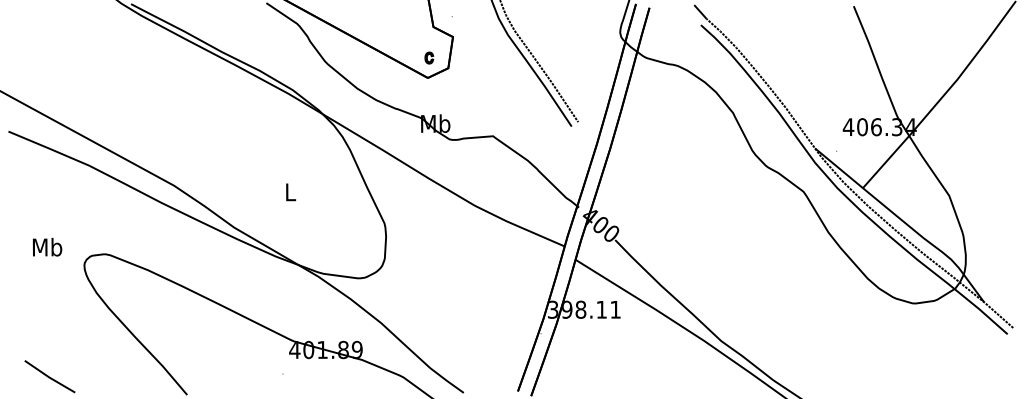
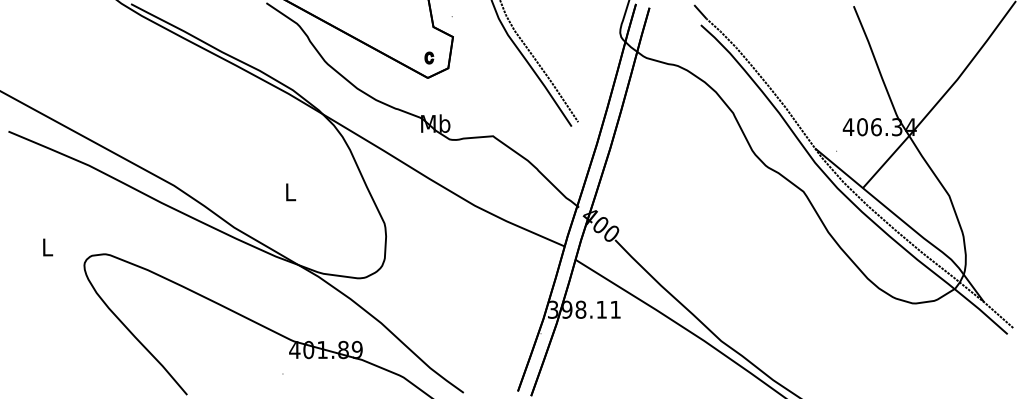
text at (47, 246): Mb -> L
line at (49, 376): present -> none
